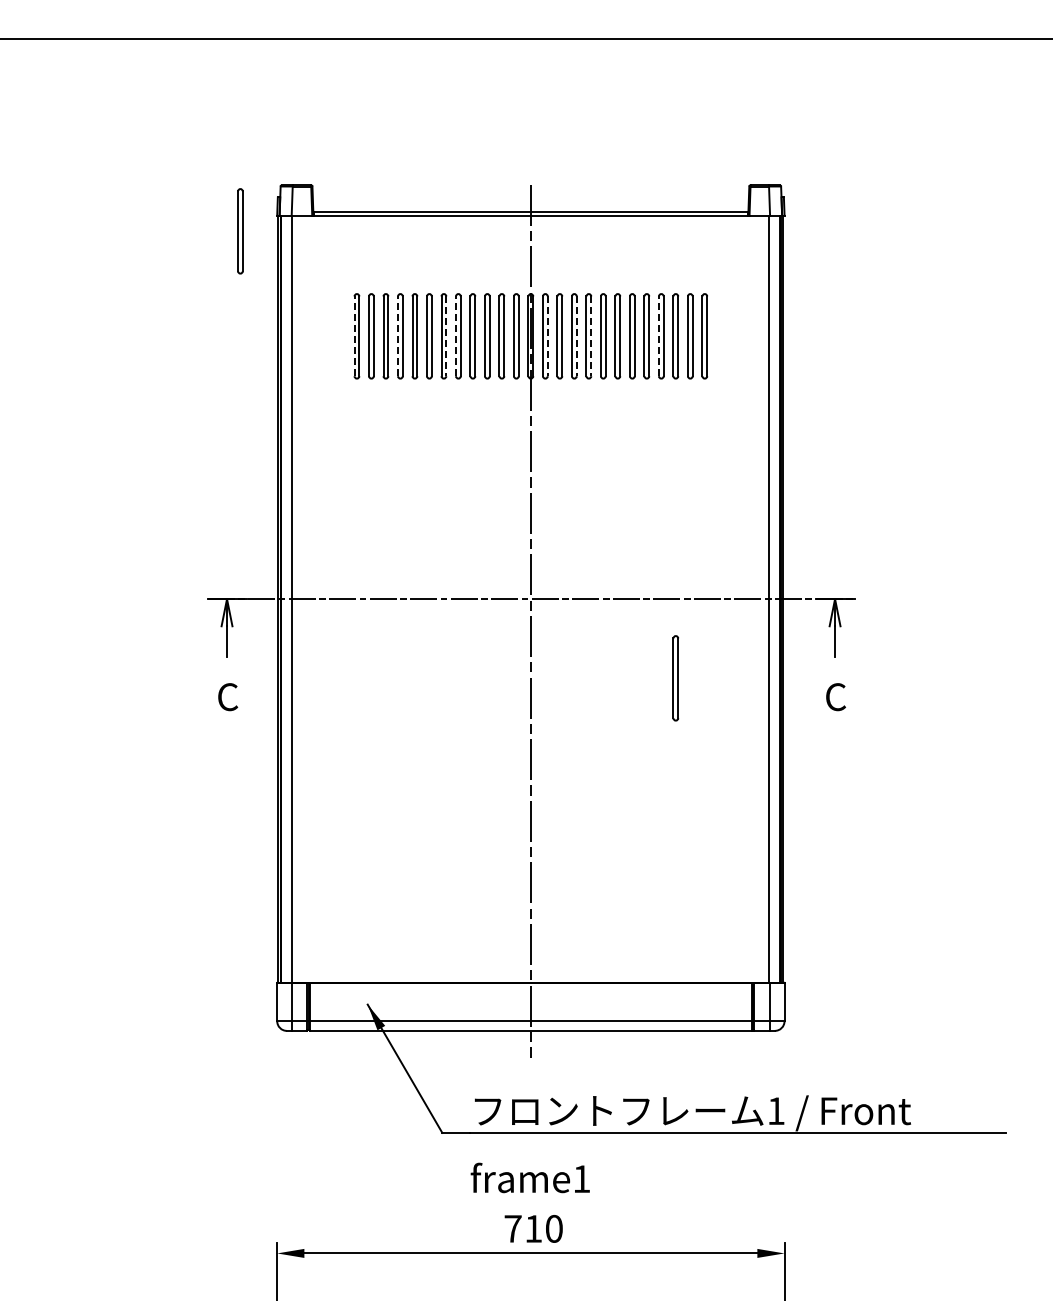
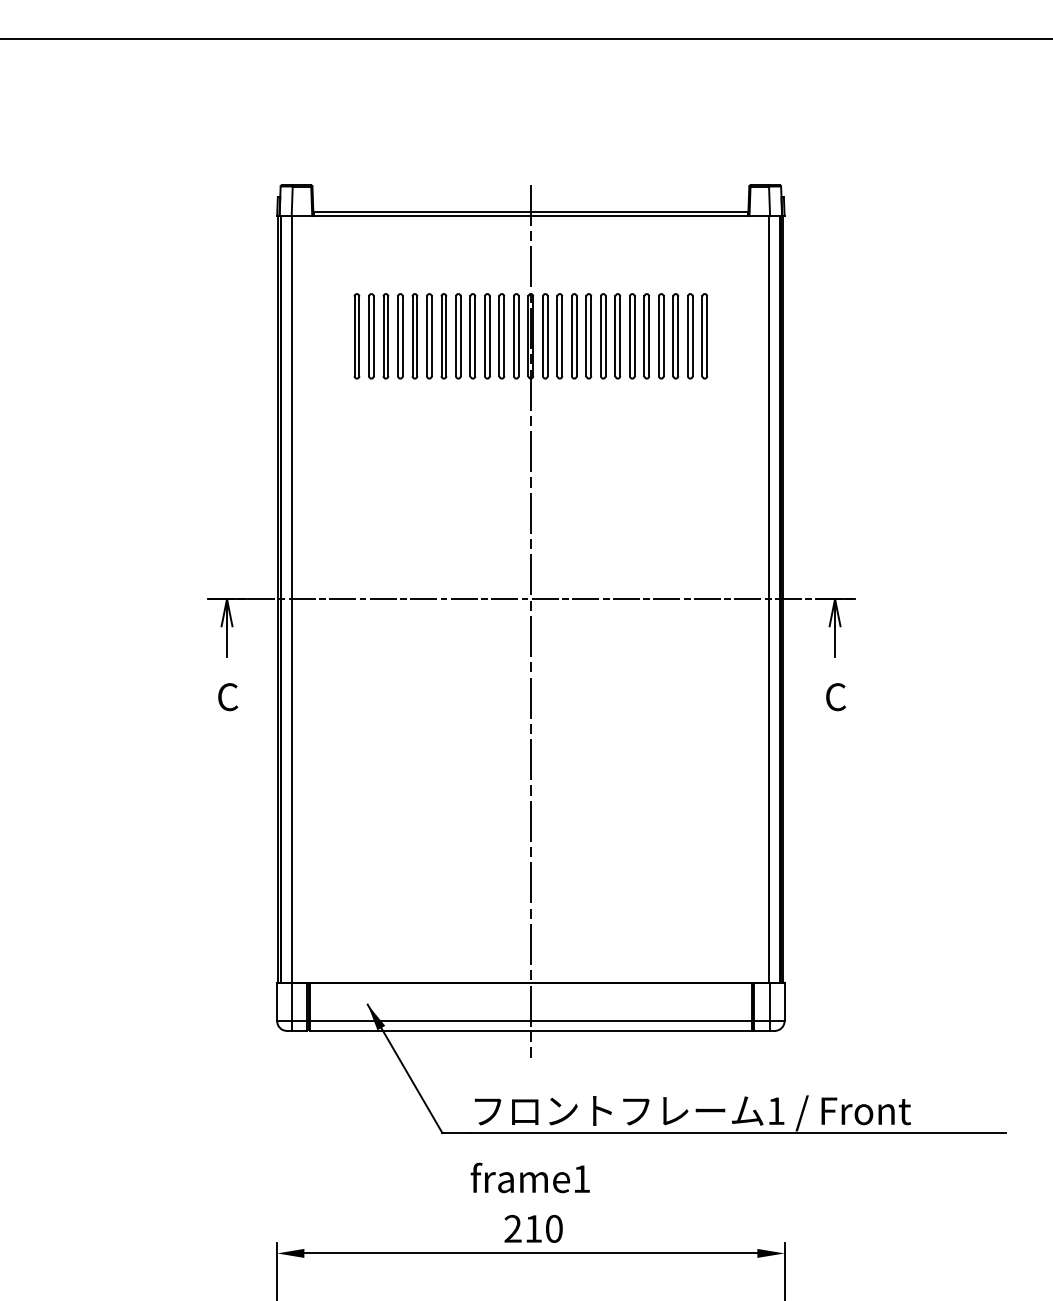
part at (240, 231): present -> none
line at (354, 336): dashed -> solid
line at (398, 336): dashed -> solid
line at (446, 336): dashed -> solid
line at (455, 336): dashed -> solid
line at (547, 336): dashed -> solid
line at (576, 336): dashed -> solid
line at (591, 336): dashed -> solid
line at (658, 336): dashed -> solid
part at (675, 678): present -> none
text at (512, 1228): 710 -> 210
